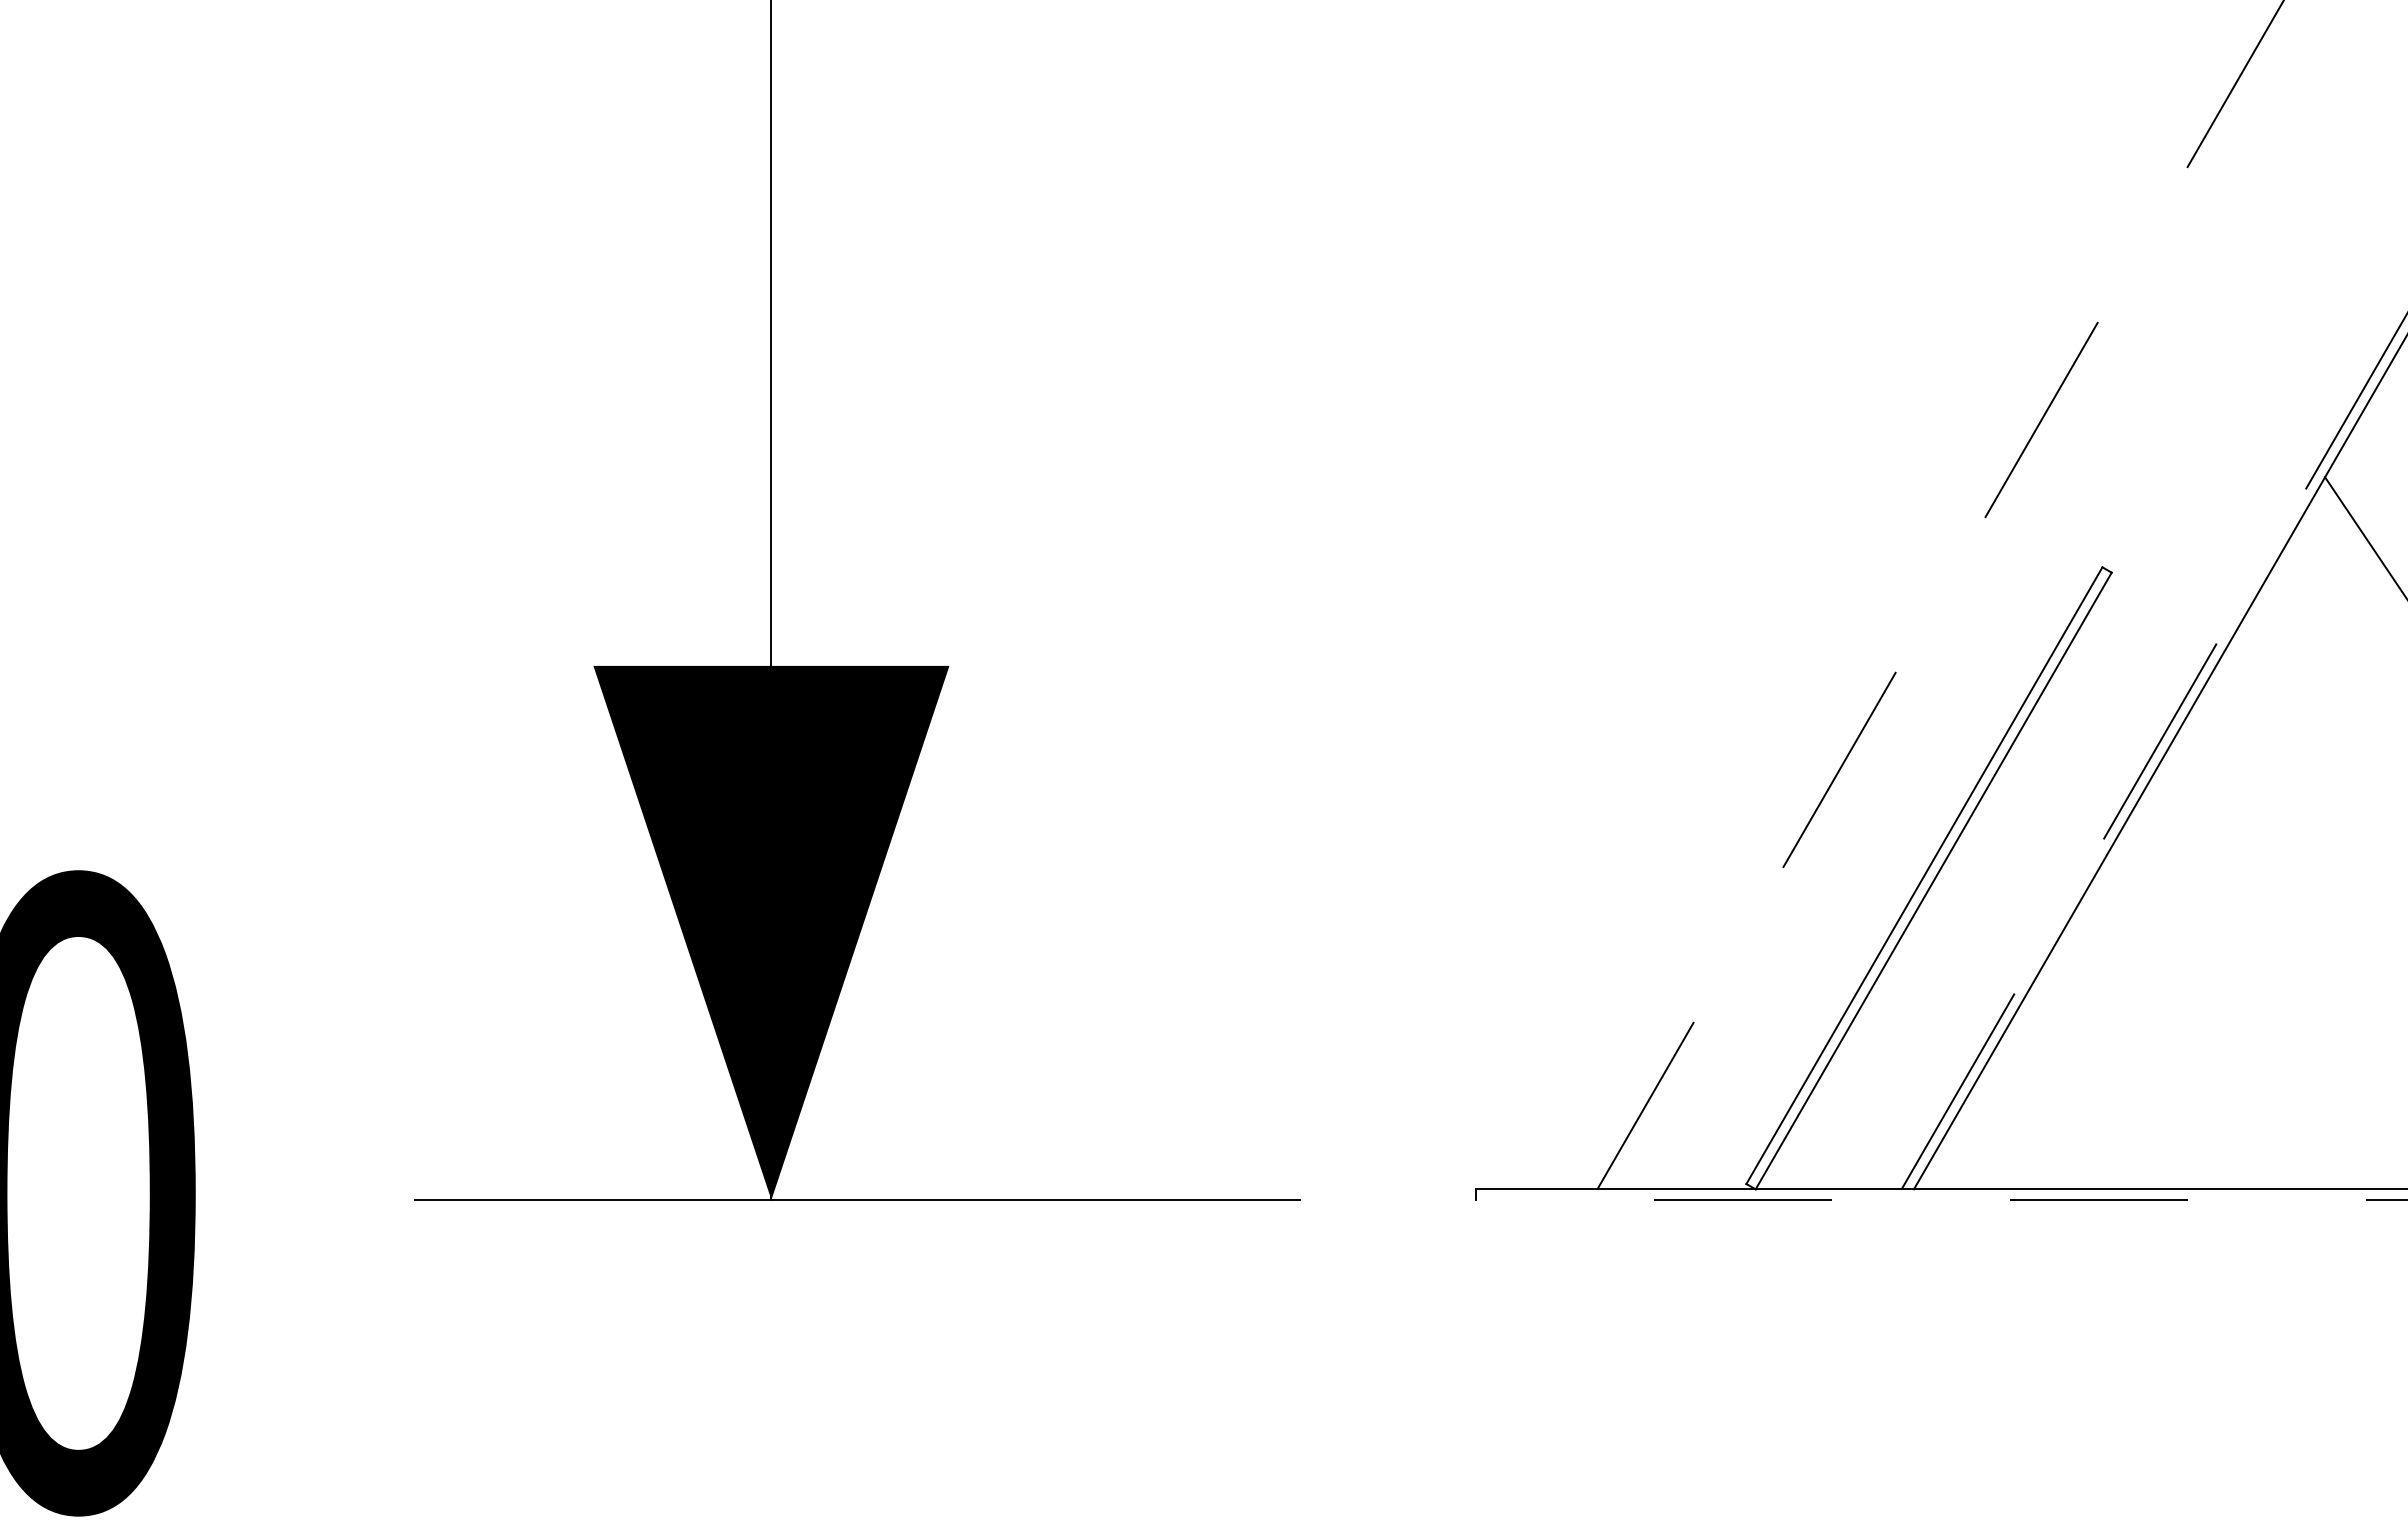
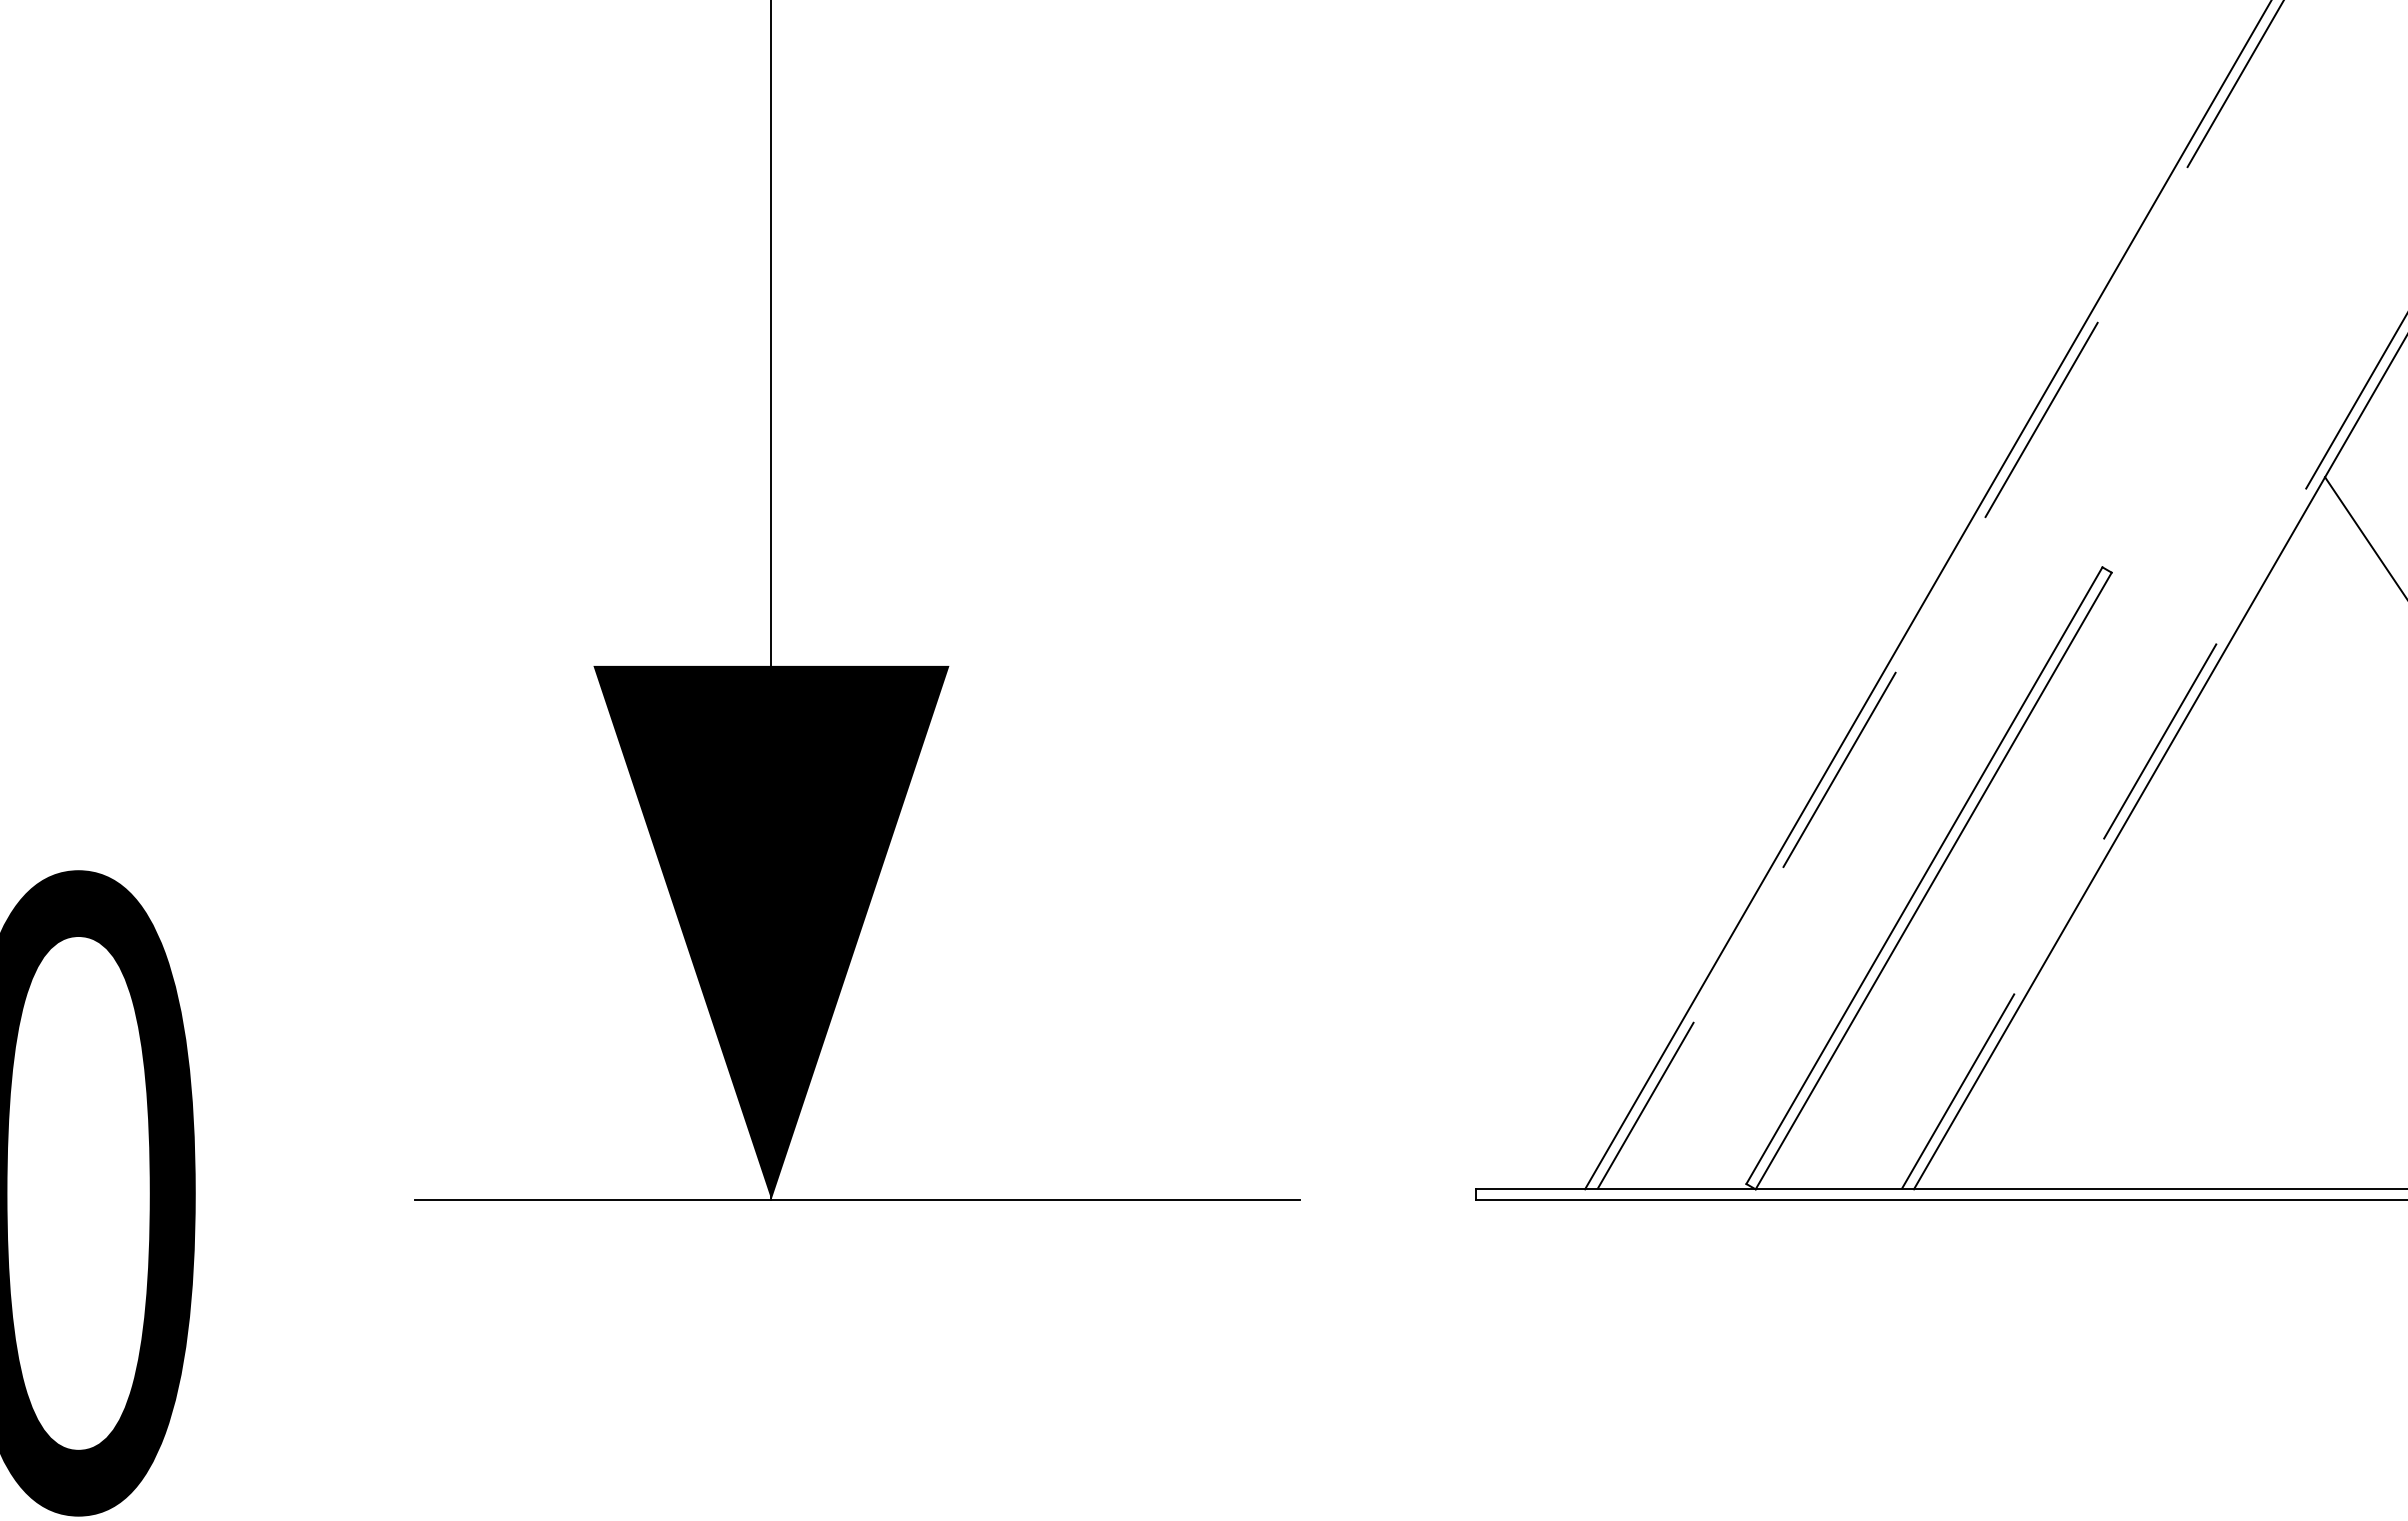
line at (1927, 595): none -> present
line at (1942, 1200): dashed -> solid
